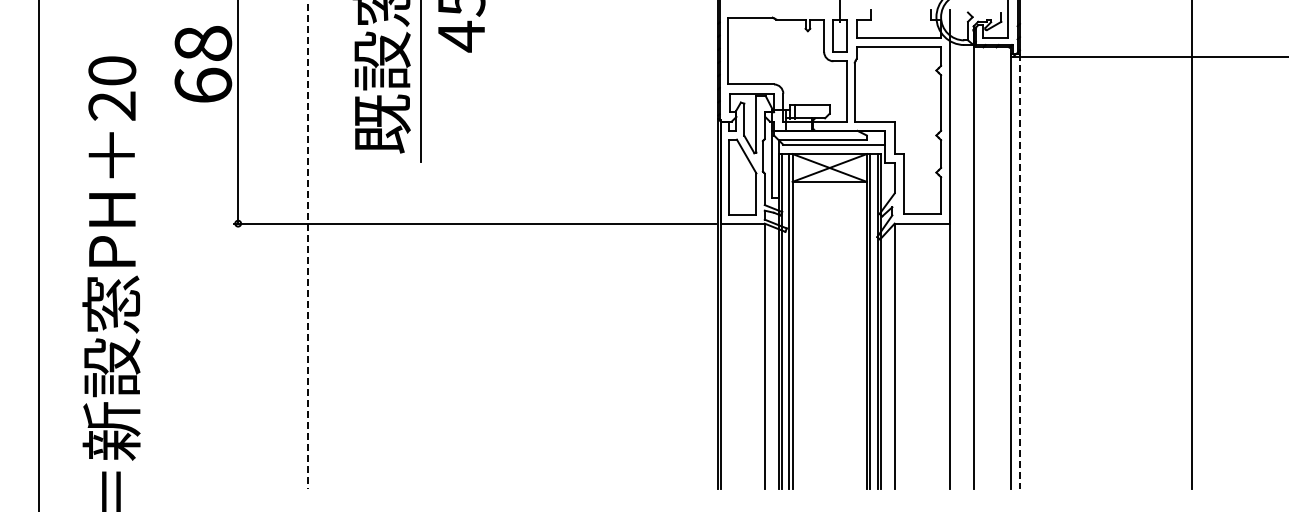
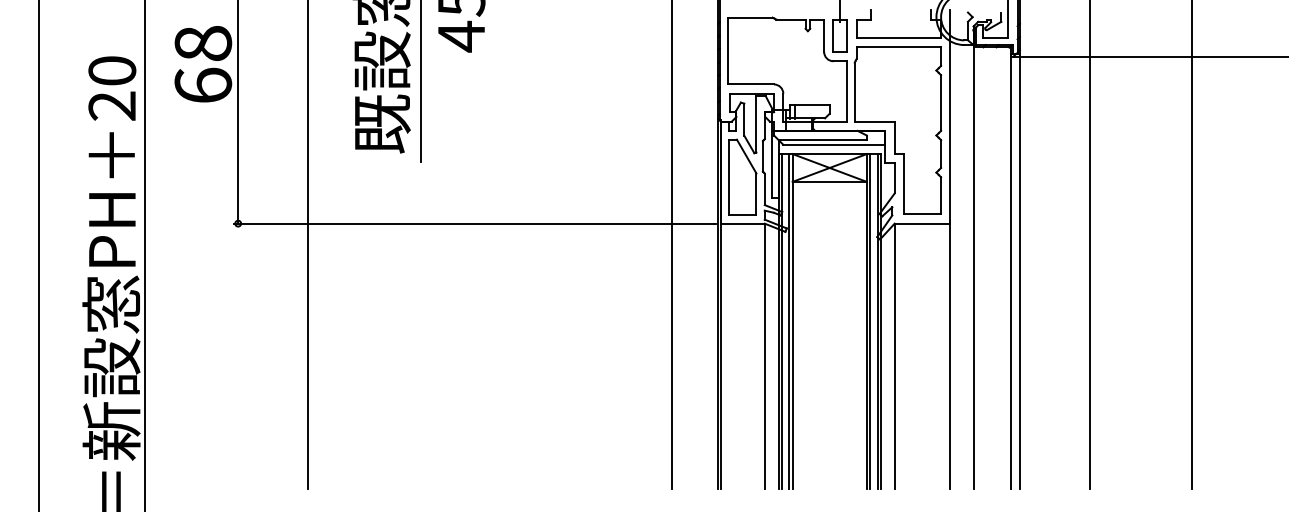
line at (307, 245): dashed -> solid
line at (671, 245): none -> present
line at (1089, 245): none -> present
line at (145, 255): none -> present
line at (1019, 271): dashed -> solid
